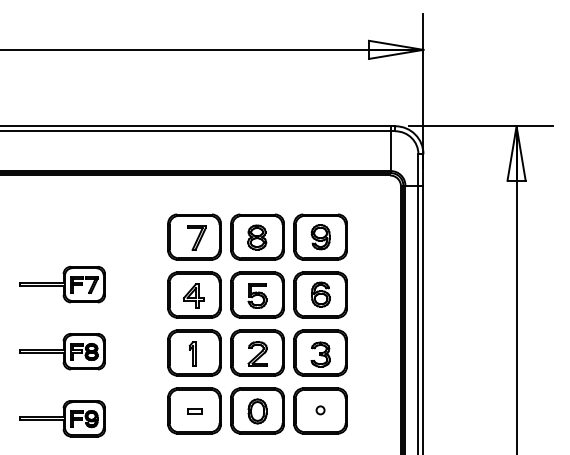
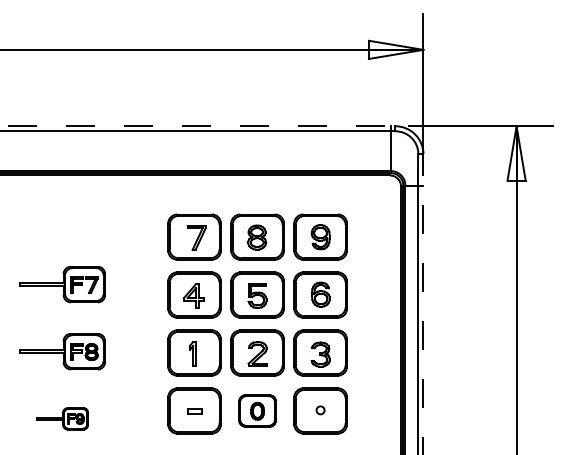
line at (198, 126): solid -> dashed
line at (423, 304): solid -> dashed
part at (257, 410) size: 55x48 px -> 39x34 px
part at (62, 418) size: 87x38 px -> 53x24 px
